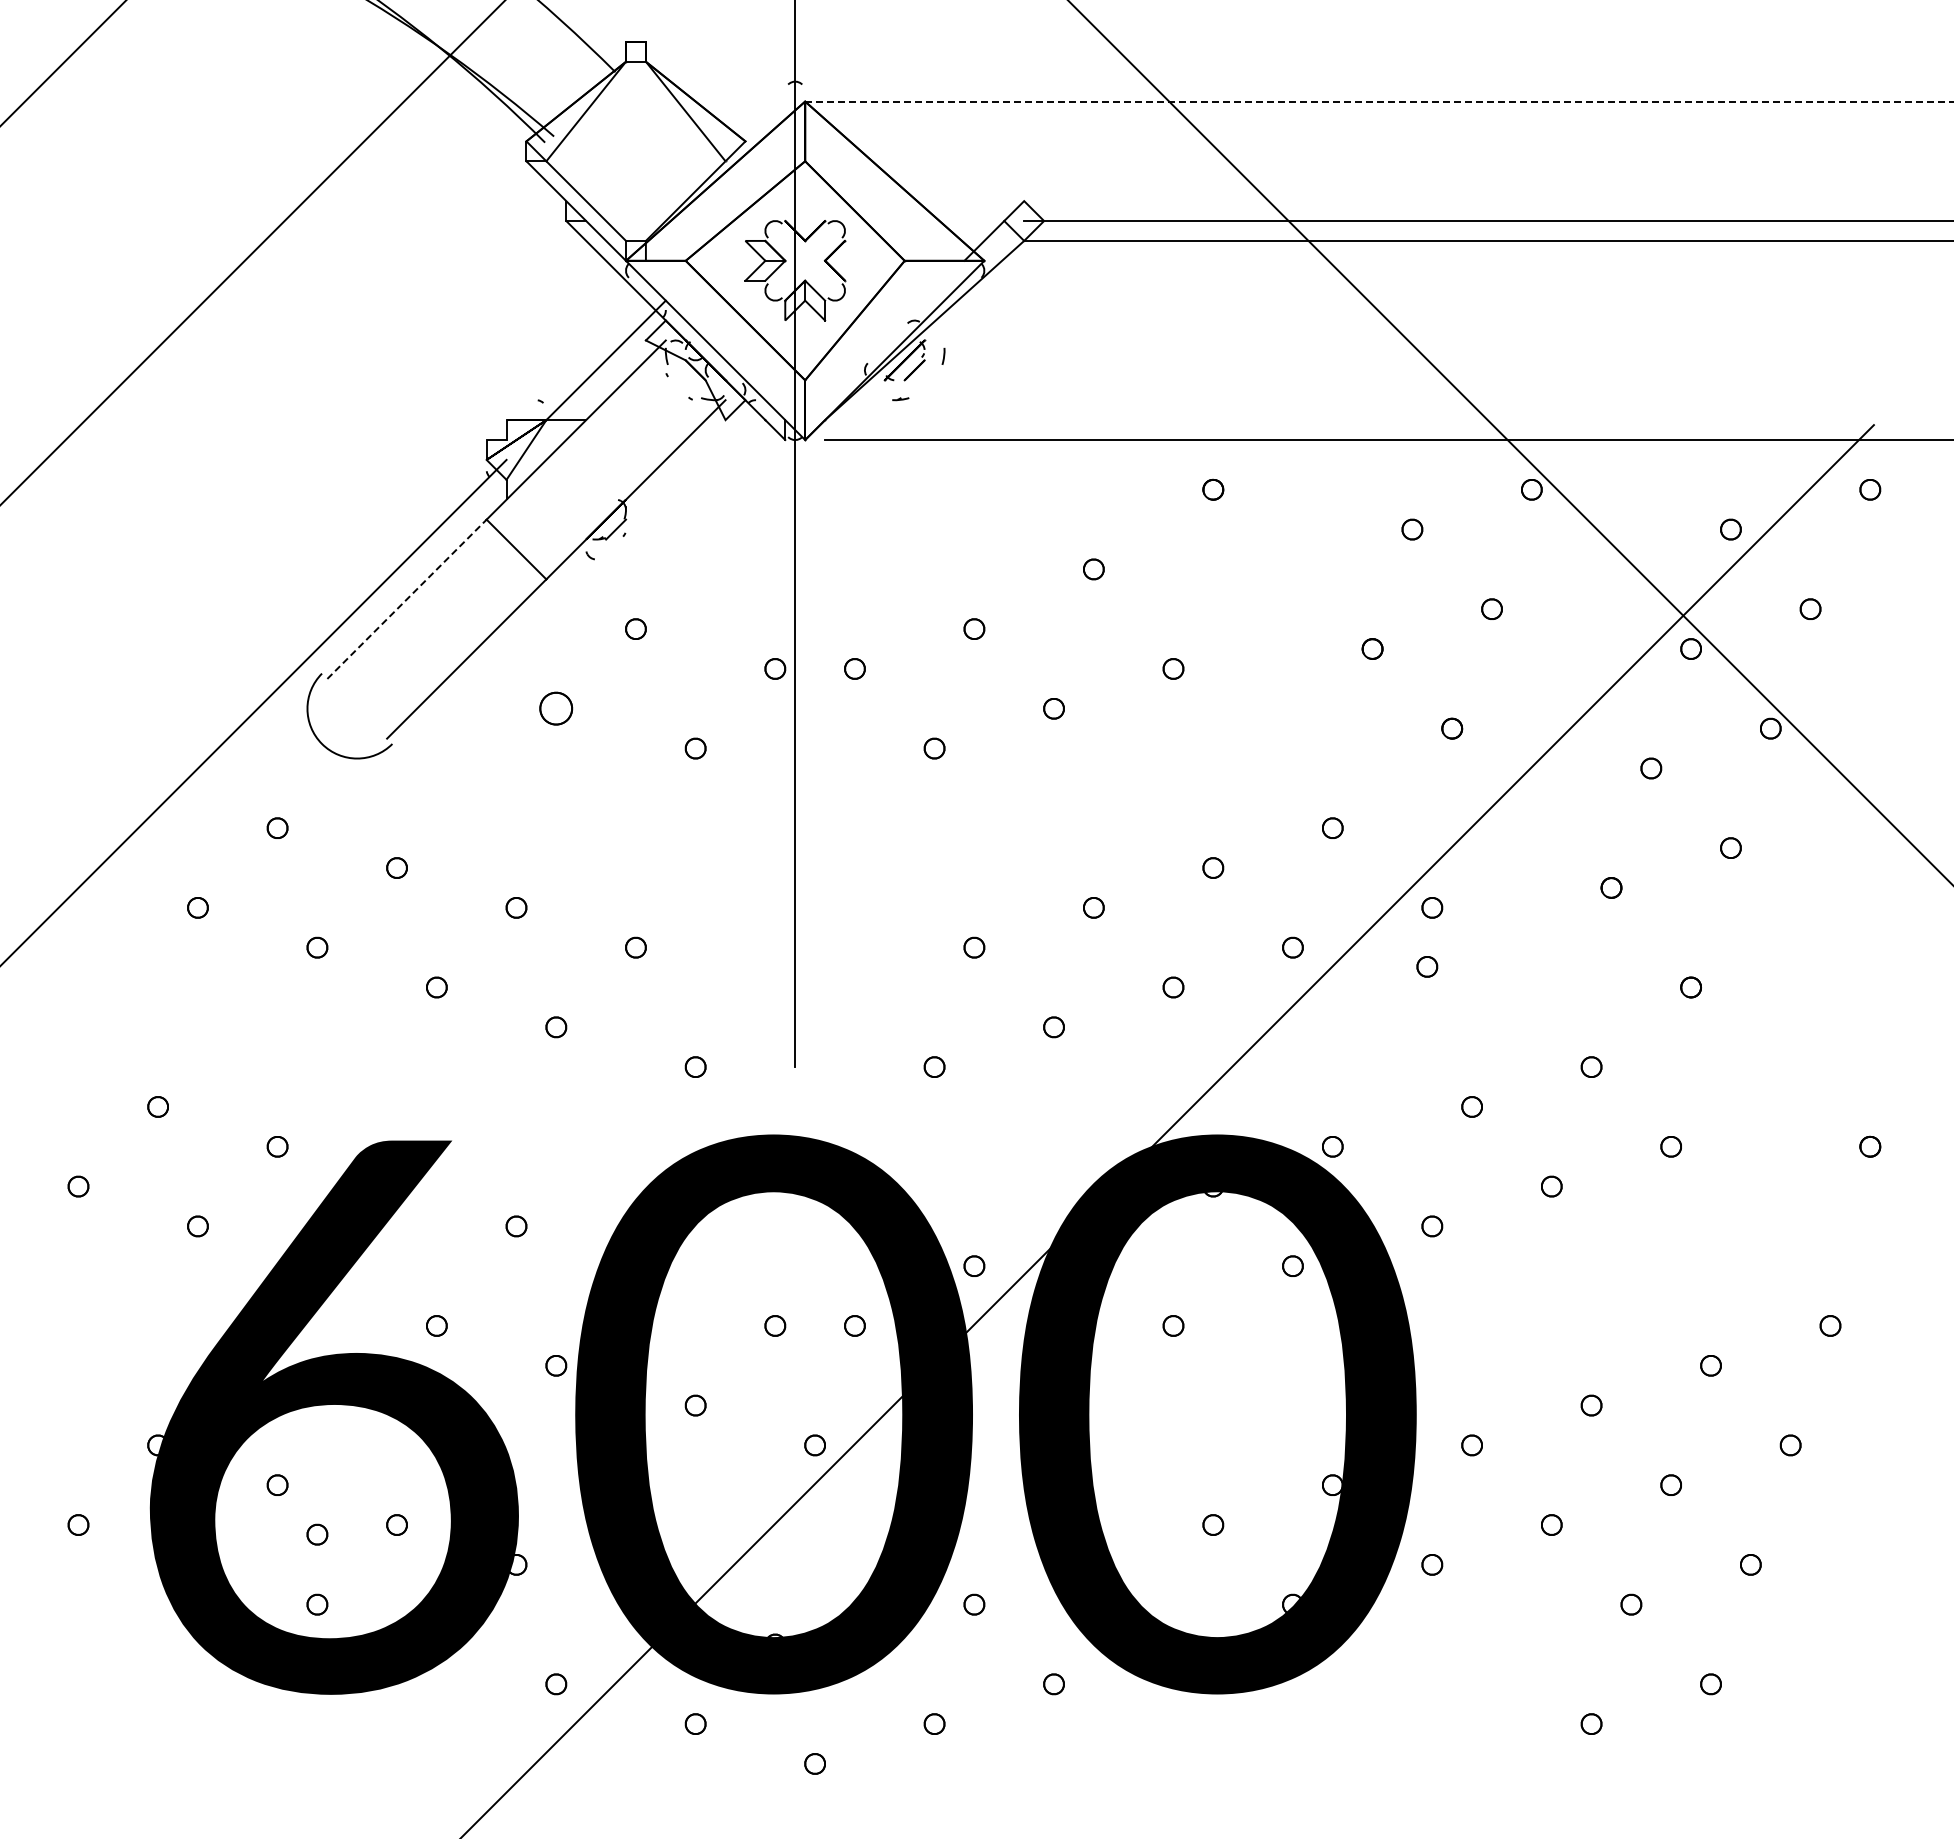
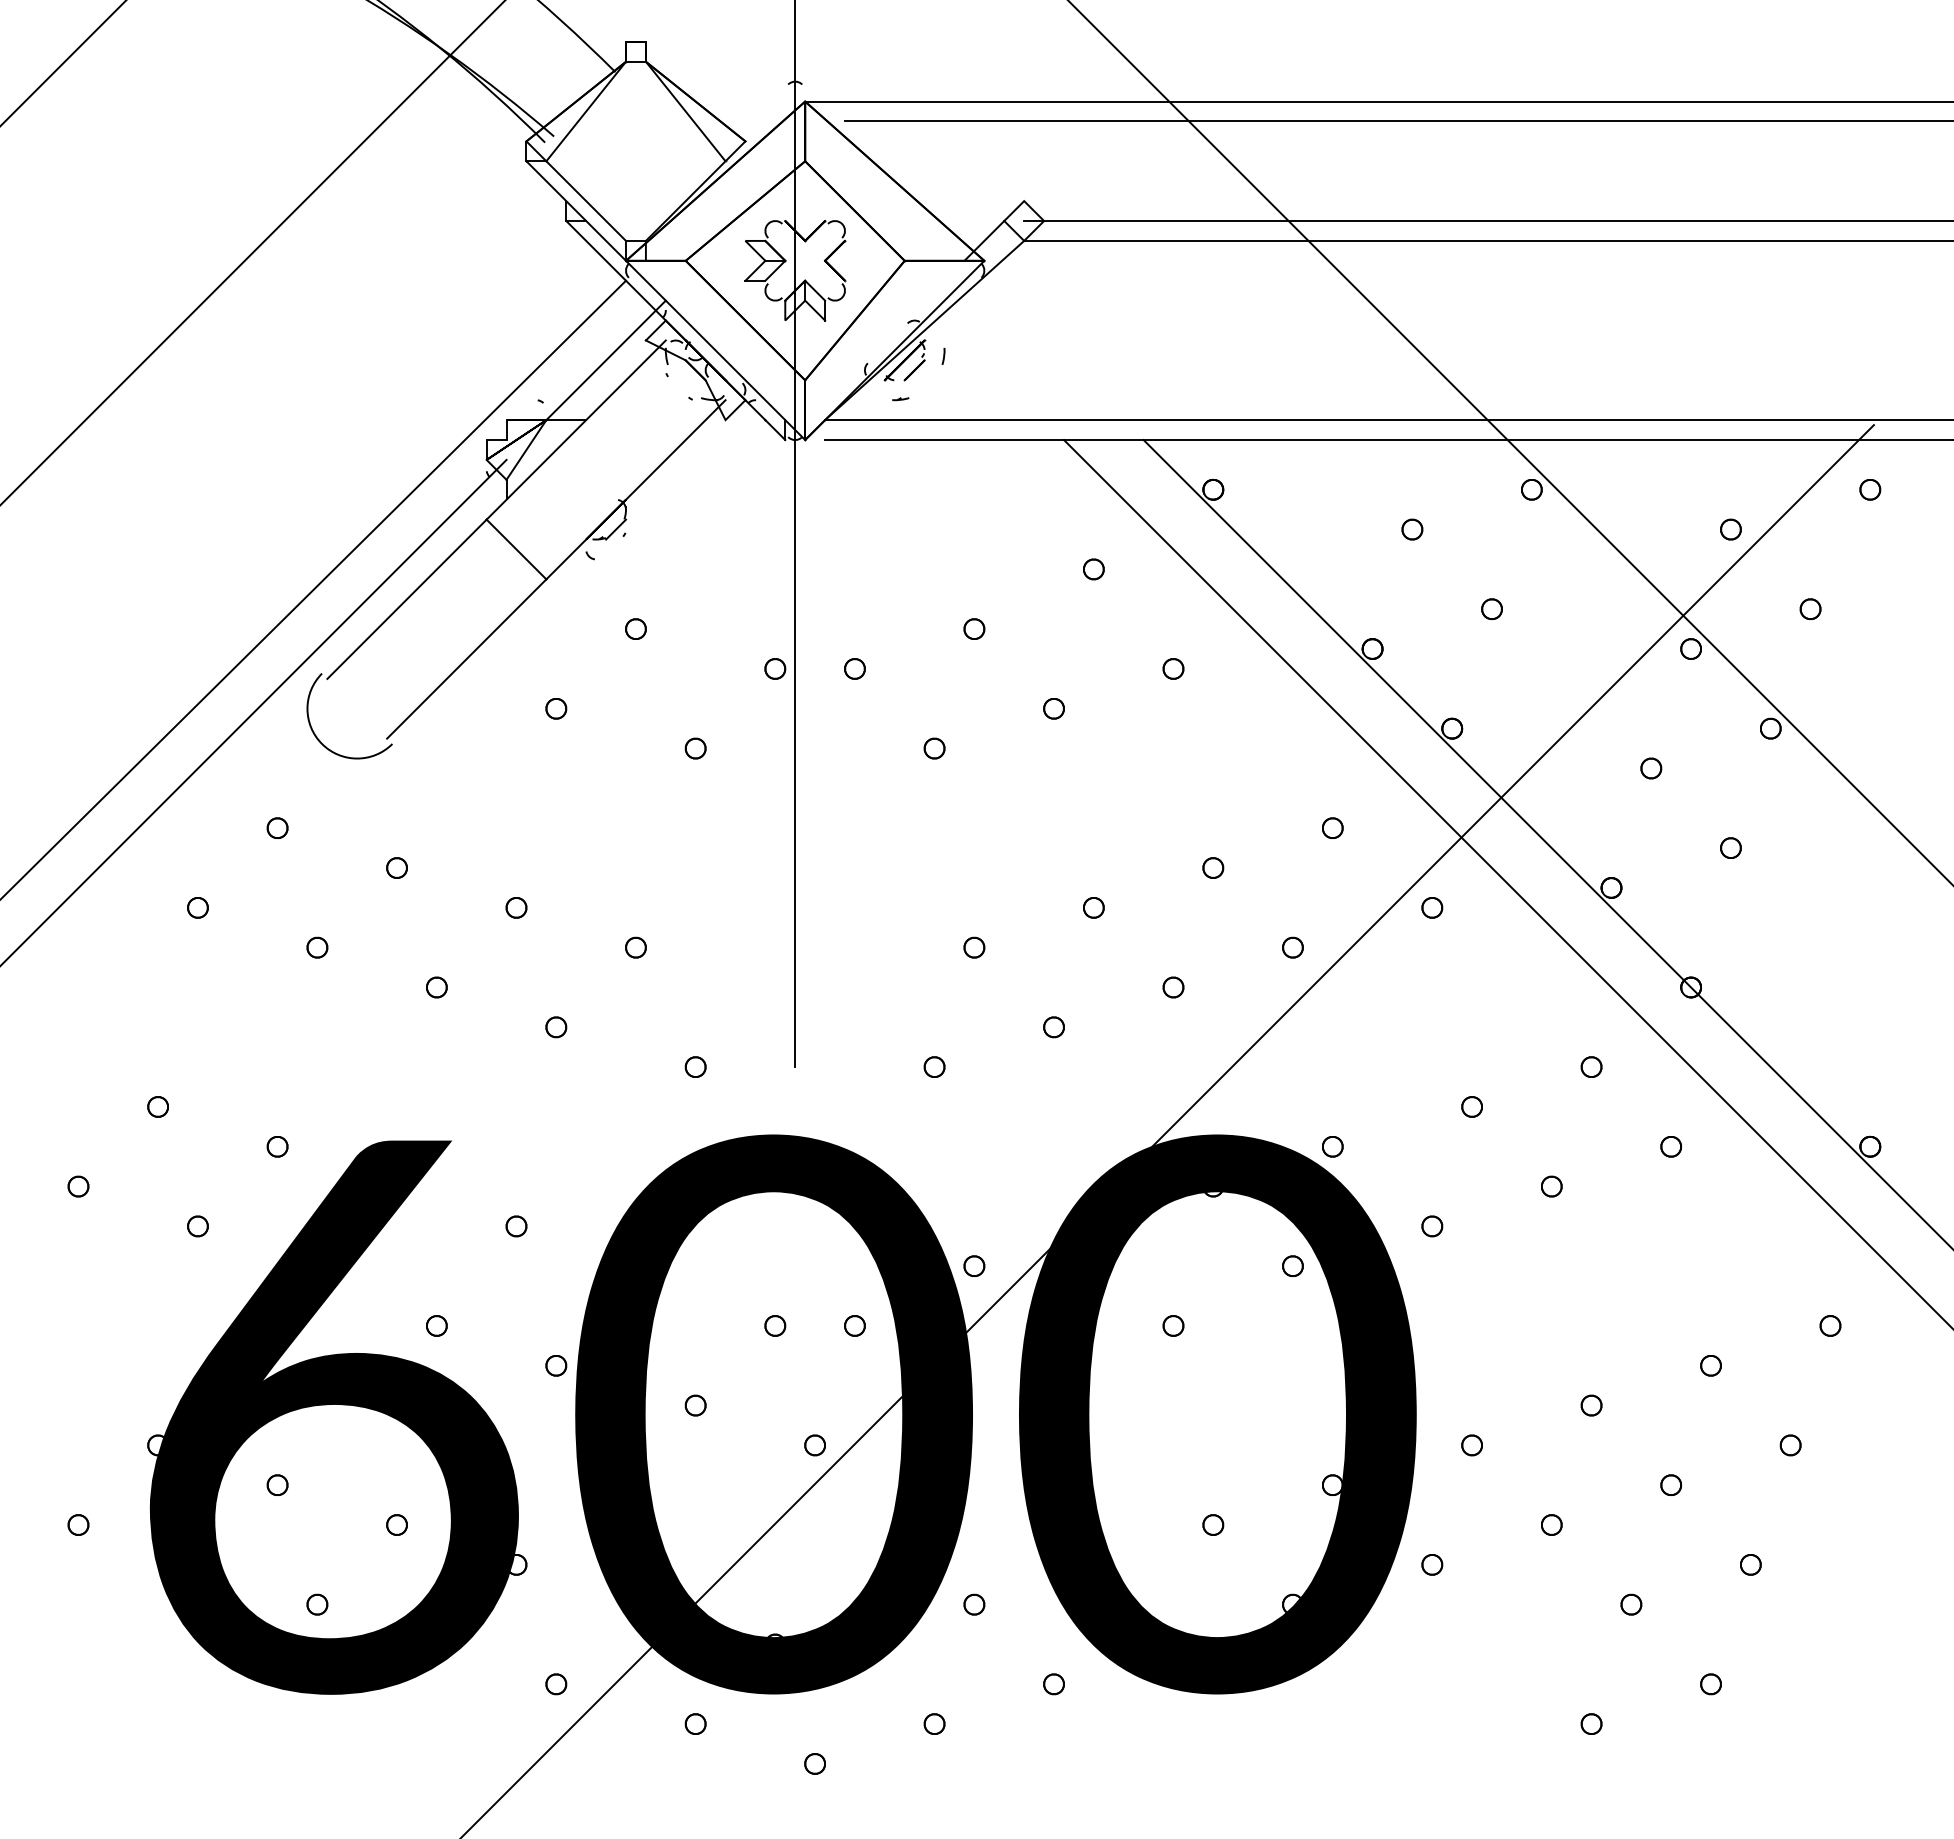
line at (1379, 101): dashed -> solid
line at (1397, 121): none -> present
line at (1387, 420): none -> present
line at (314, 588): none -> present
line at (407, 599): dashed -> solid
part at (556, 708) size: 35x35 px -> 23x22 px
line at (1546, 843): none -> present
line at (1507, 883): none -> present
part at (1427, 966): present -> none
part at (317, 1534): present -> none
